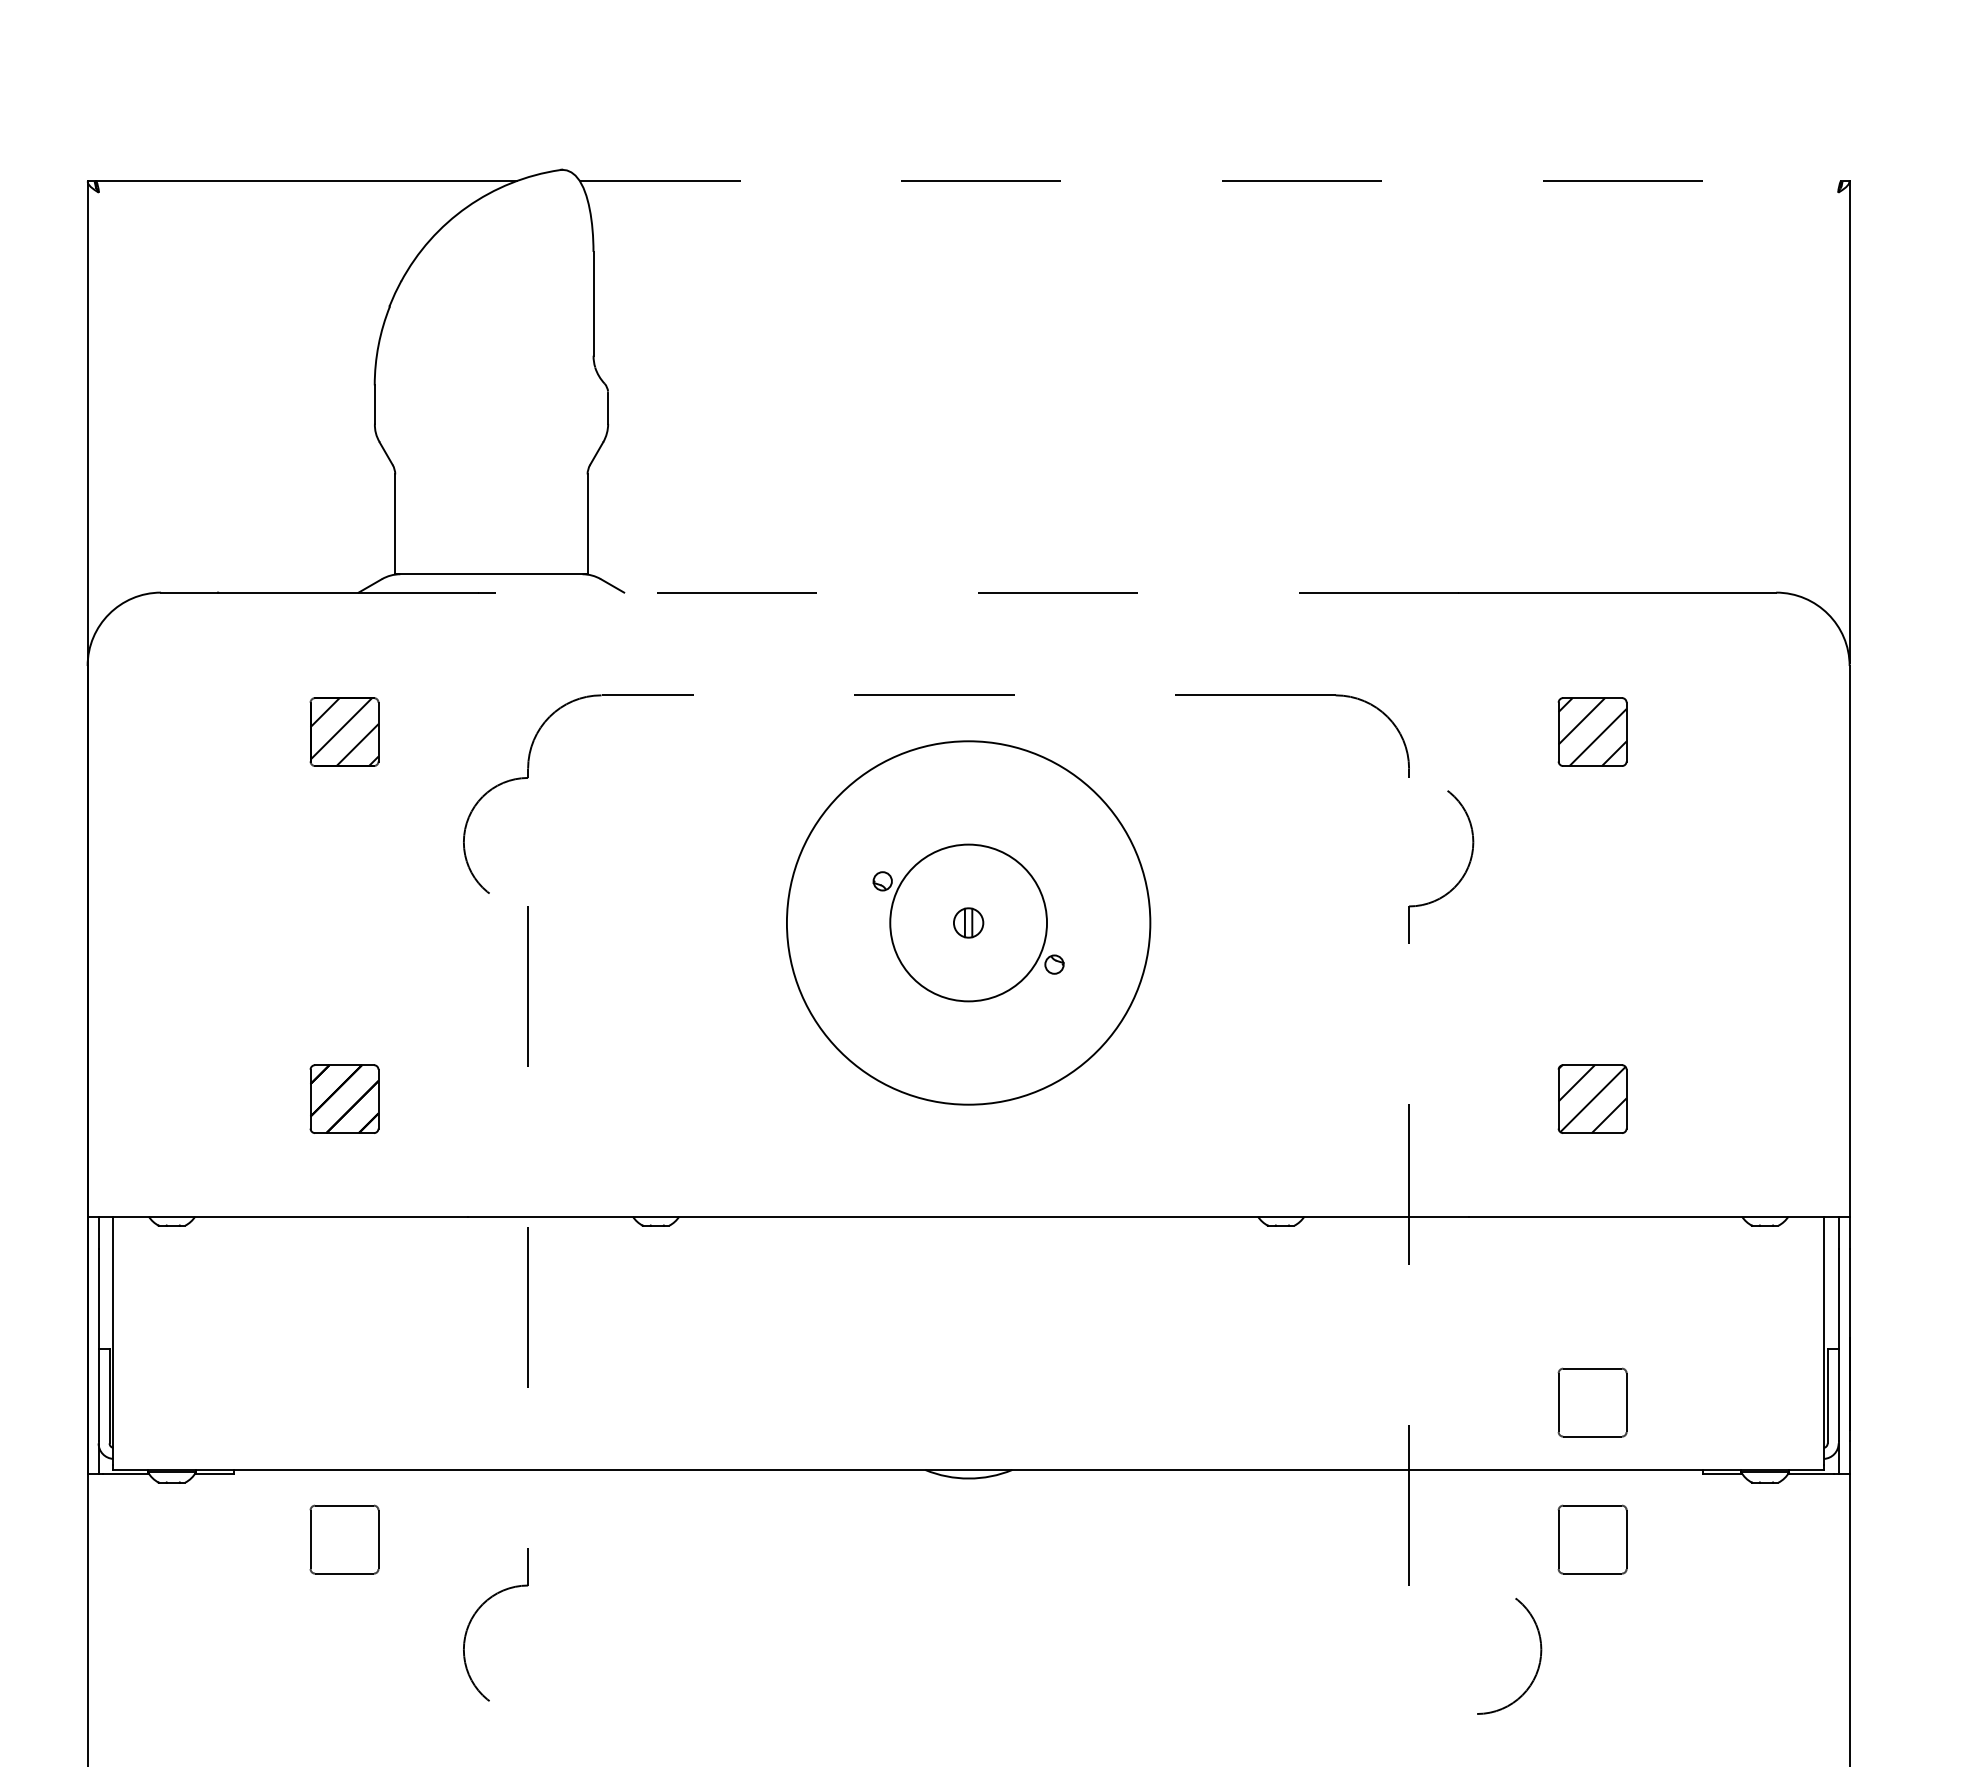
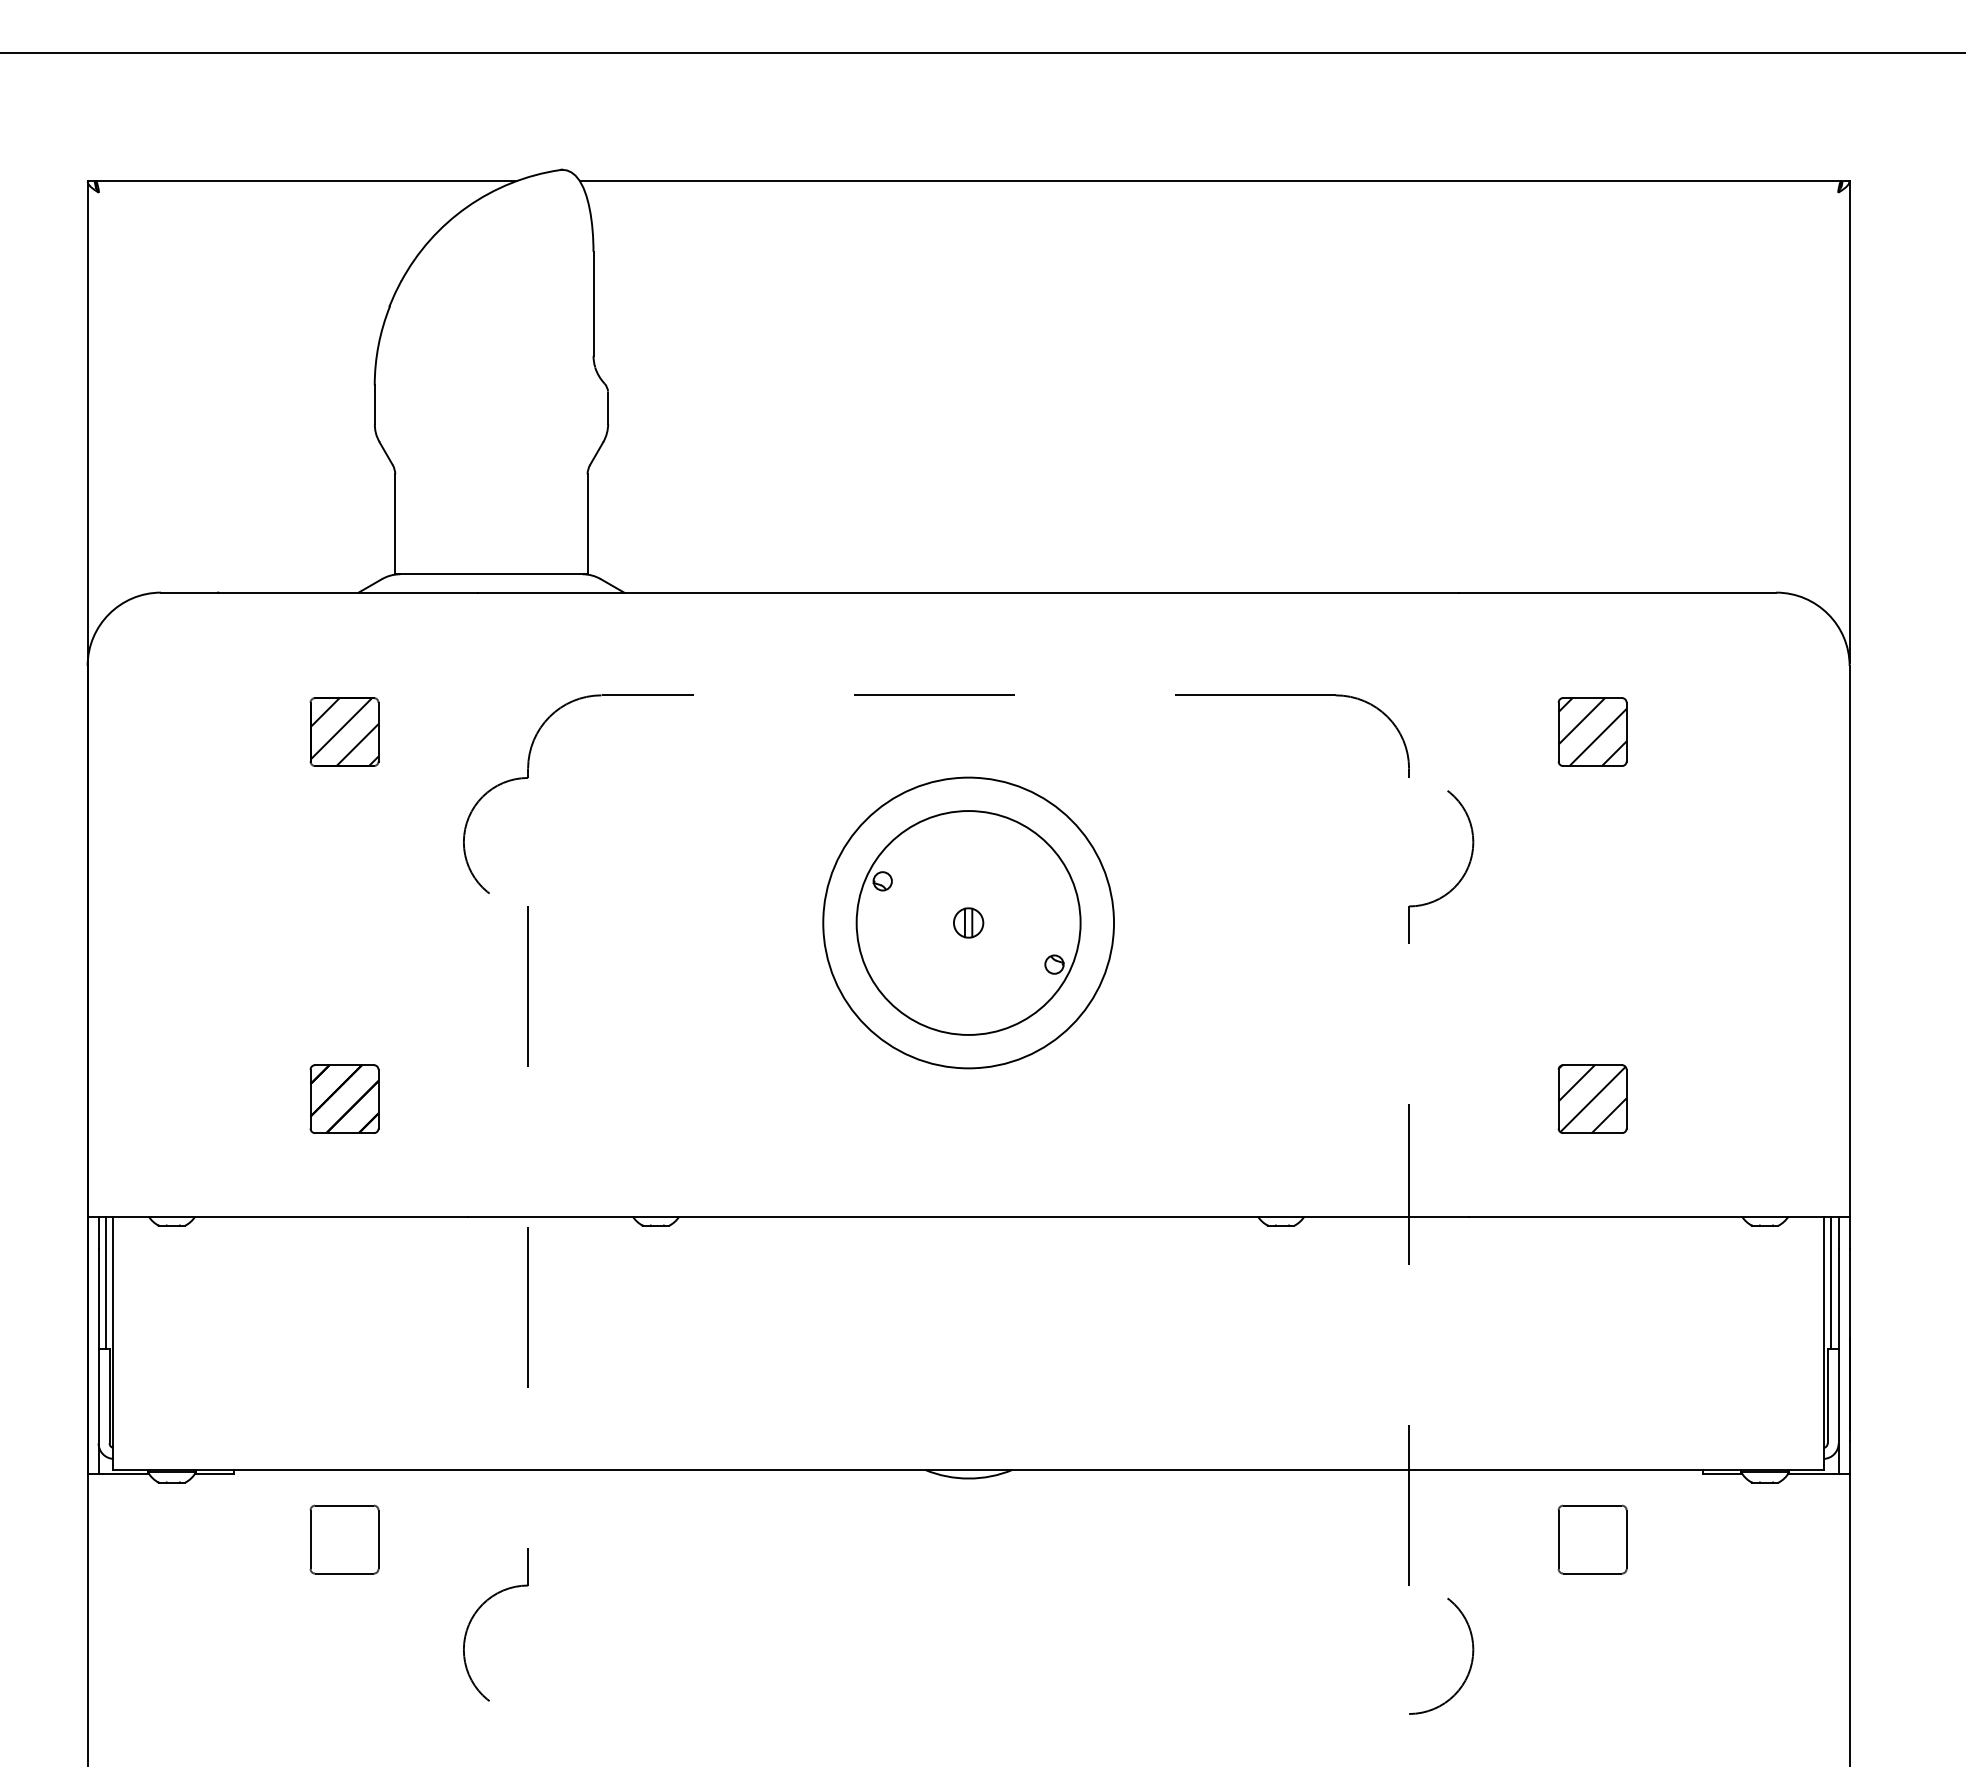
line at (982, 52): none -> present
line at (1210, 181): dashed -> solid
line at (968, 592): dashed -> solid
circle at (968, 922) diameter: 157 px -> 224 px
circle at (968, 922) diameter: 363 px -> 291 px
line at (105, 1282): none -> present
line at (1831, 1282): none -> present
part at (1592, 1402): present -> none
arc at (1538, 1663) position: (1538, 1663) -> (1470, 1663)
